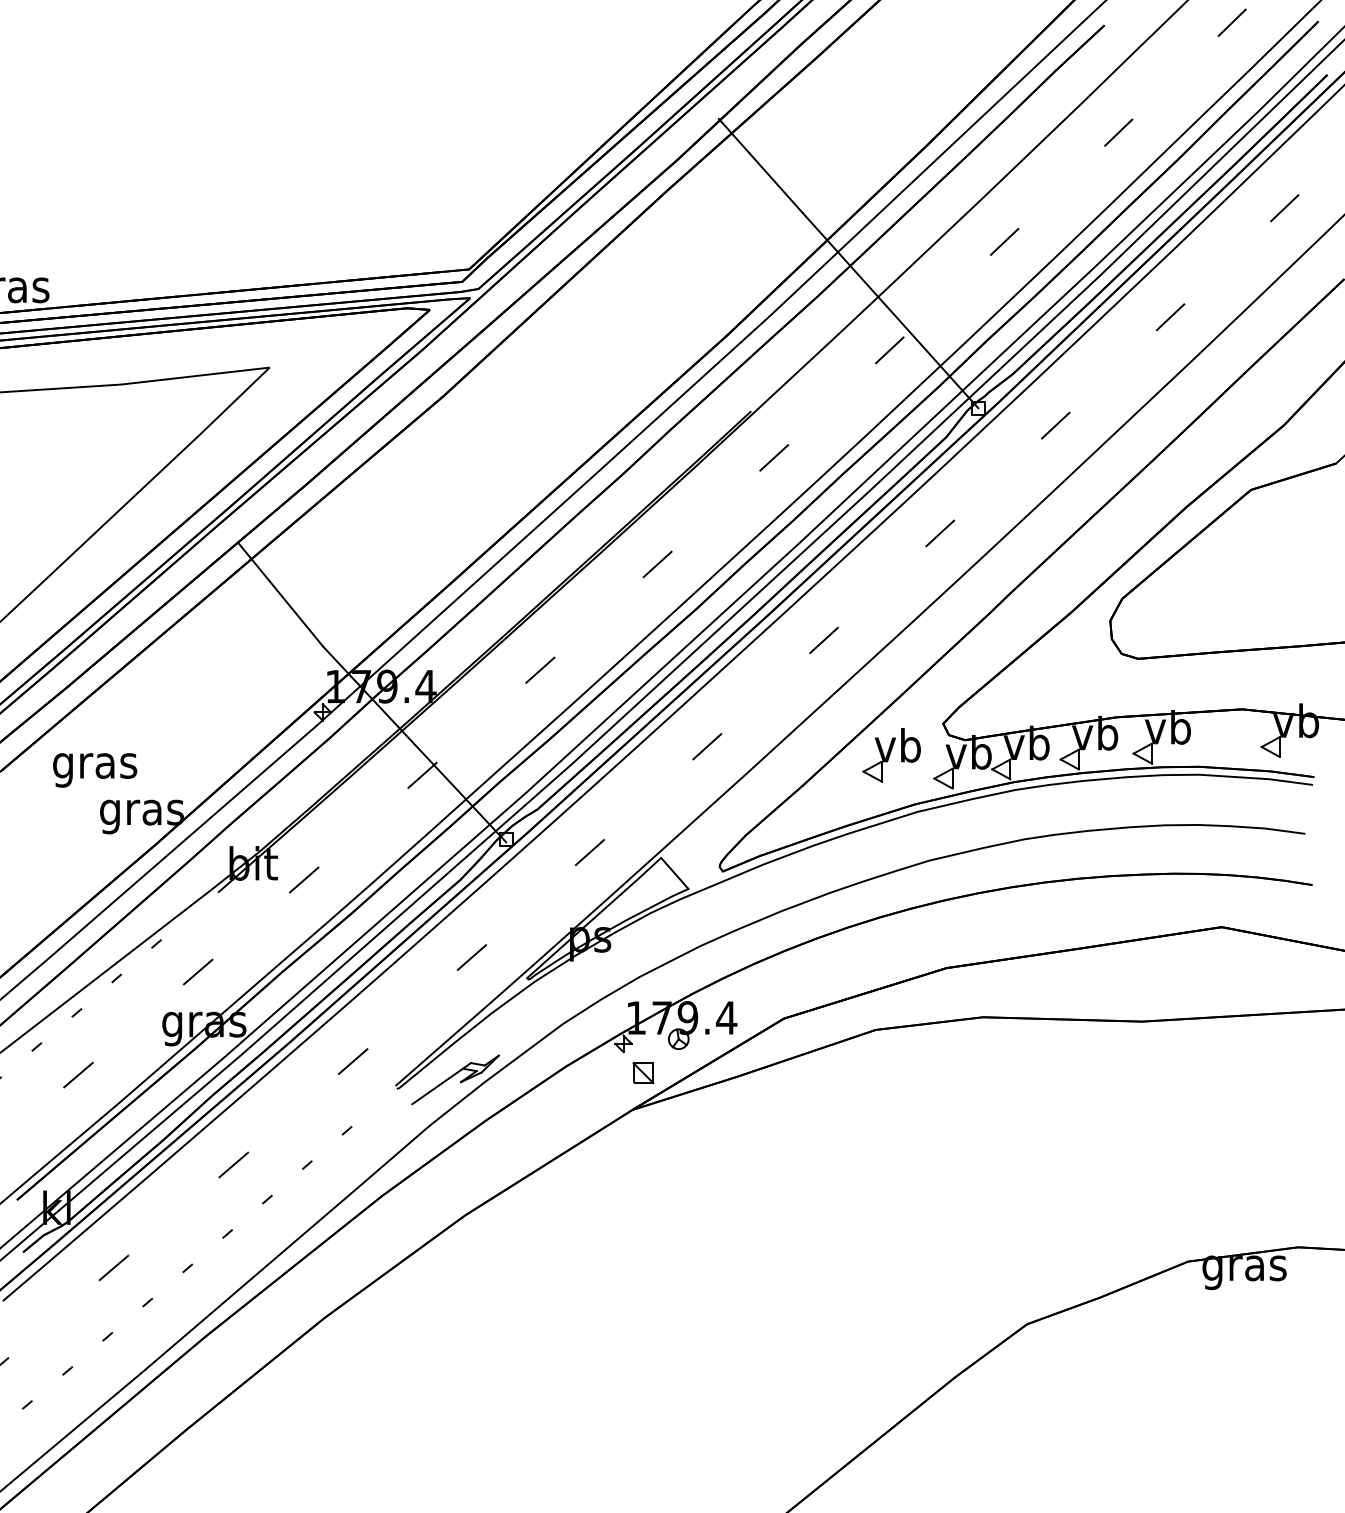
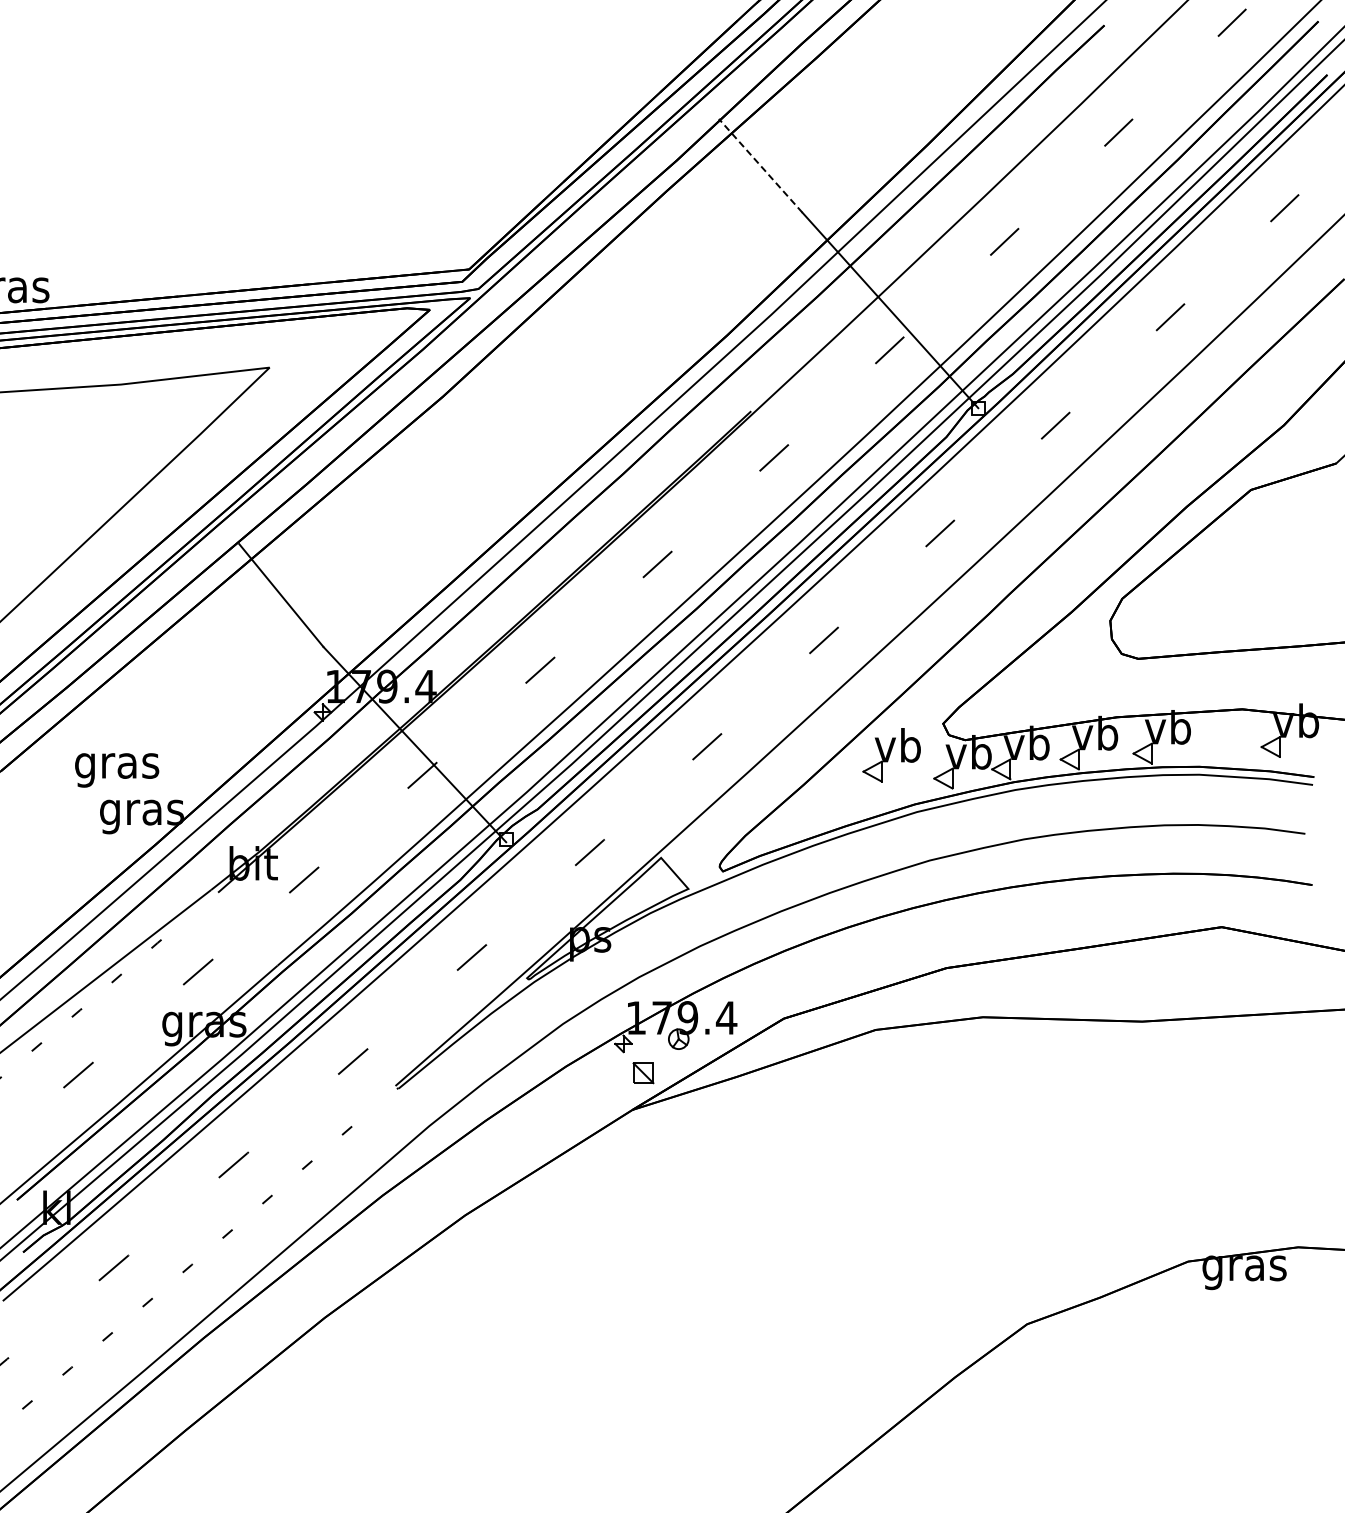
line at (760, 165): solid -> dashed
text at (95, 770) position: (95, 770) -> (117, 770)
part at (455, 1079): present -> none
